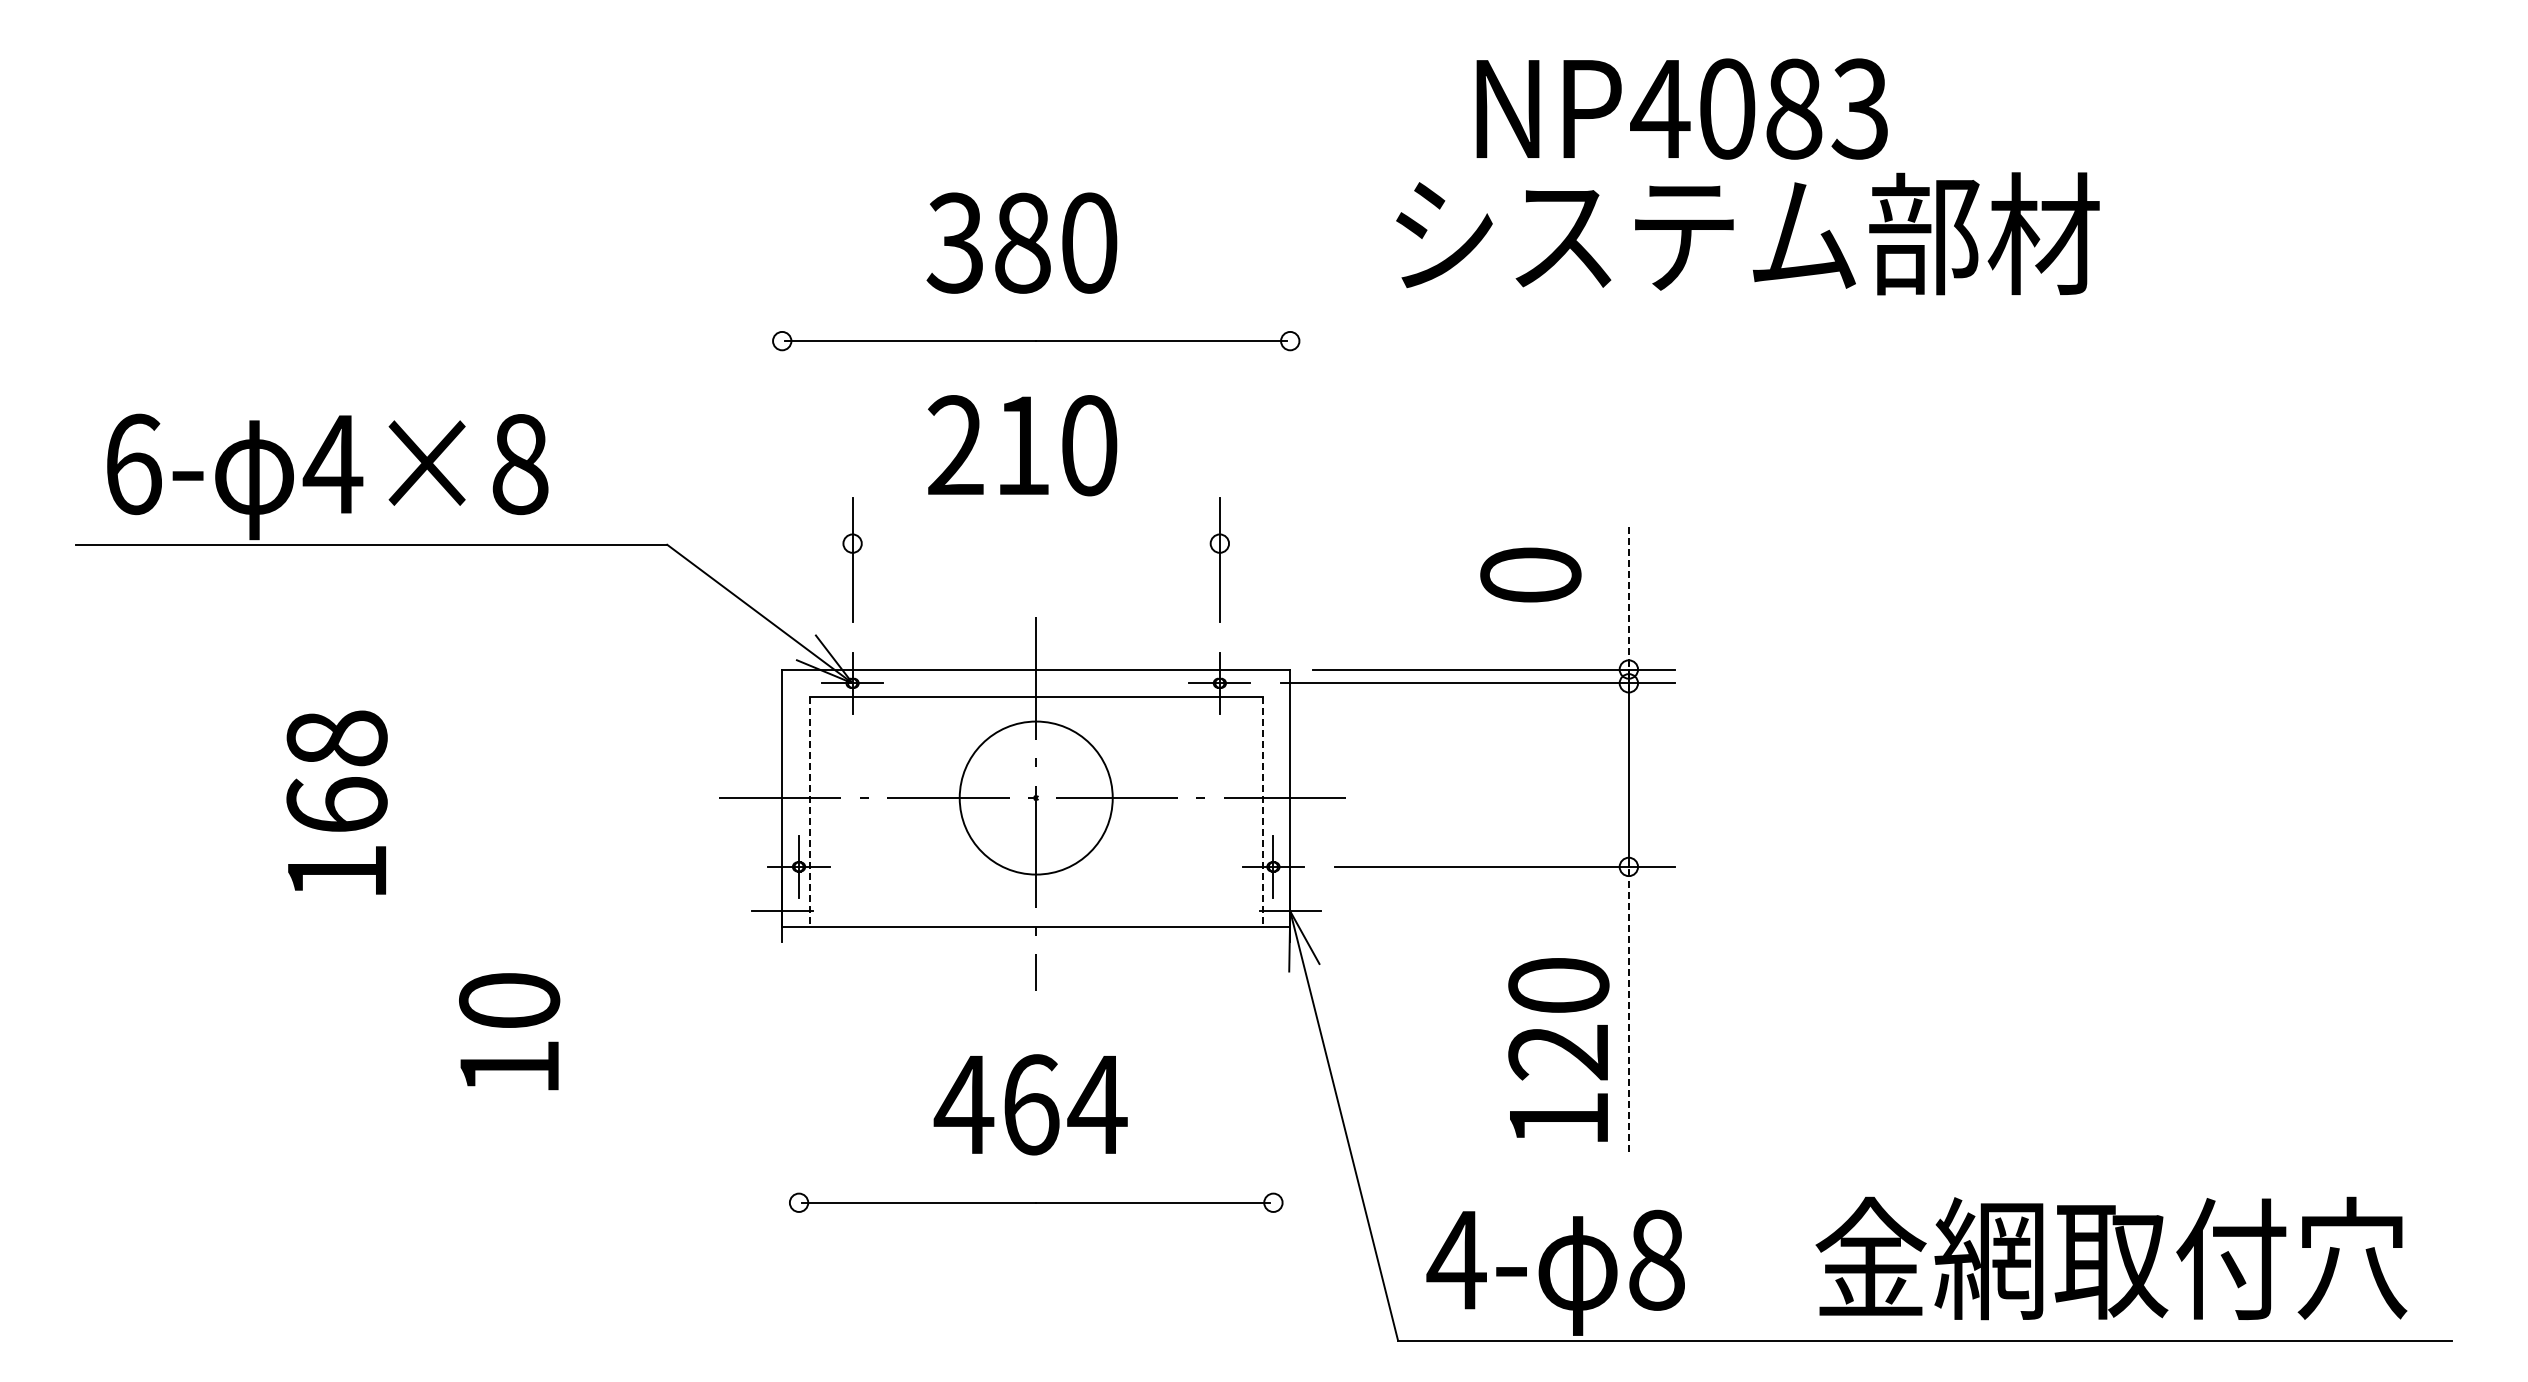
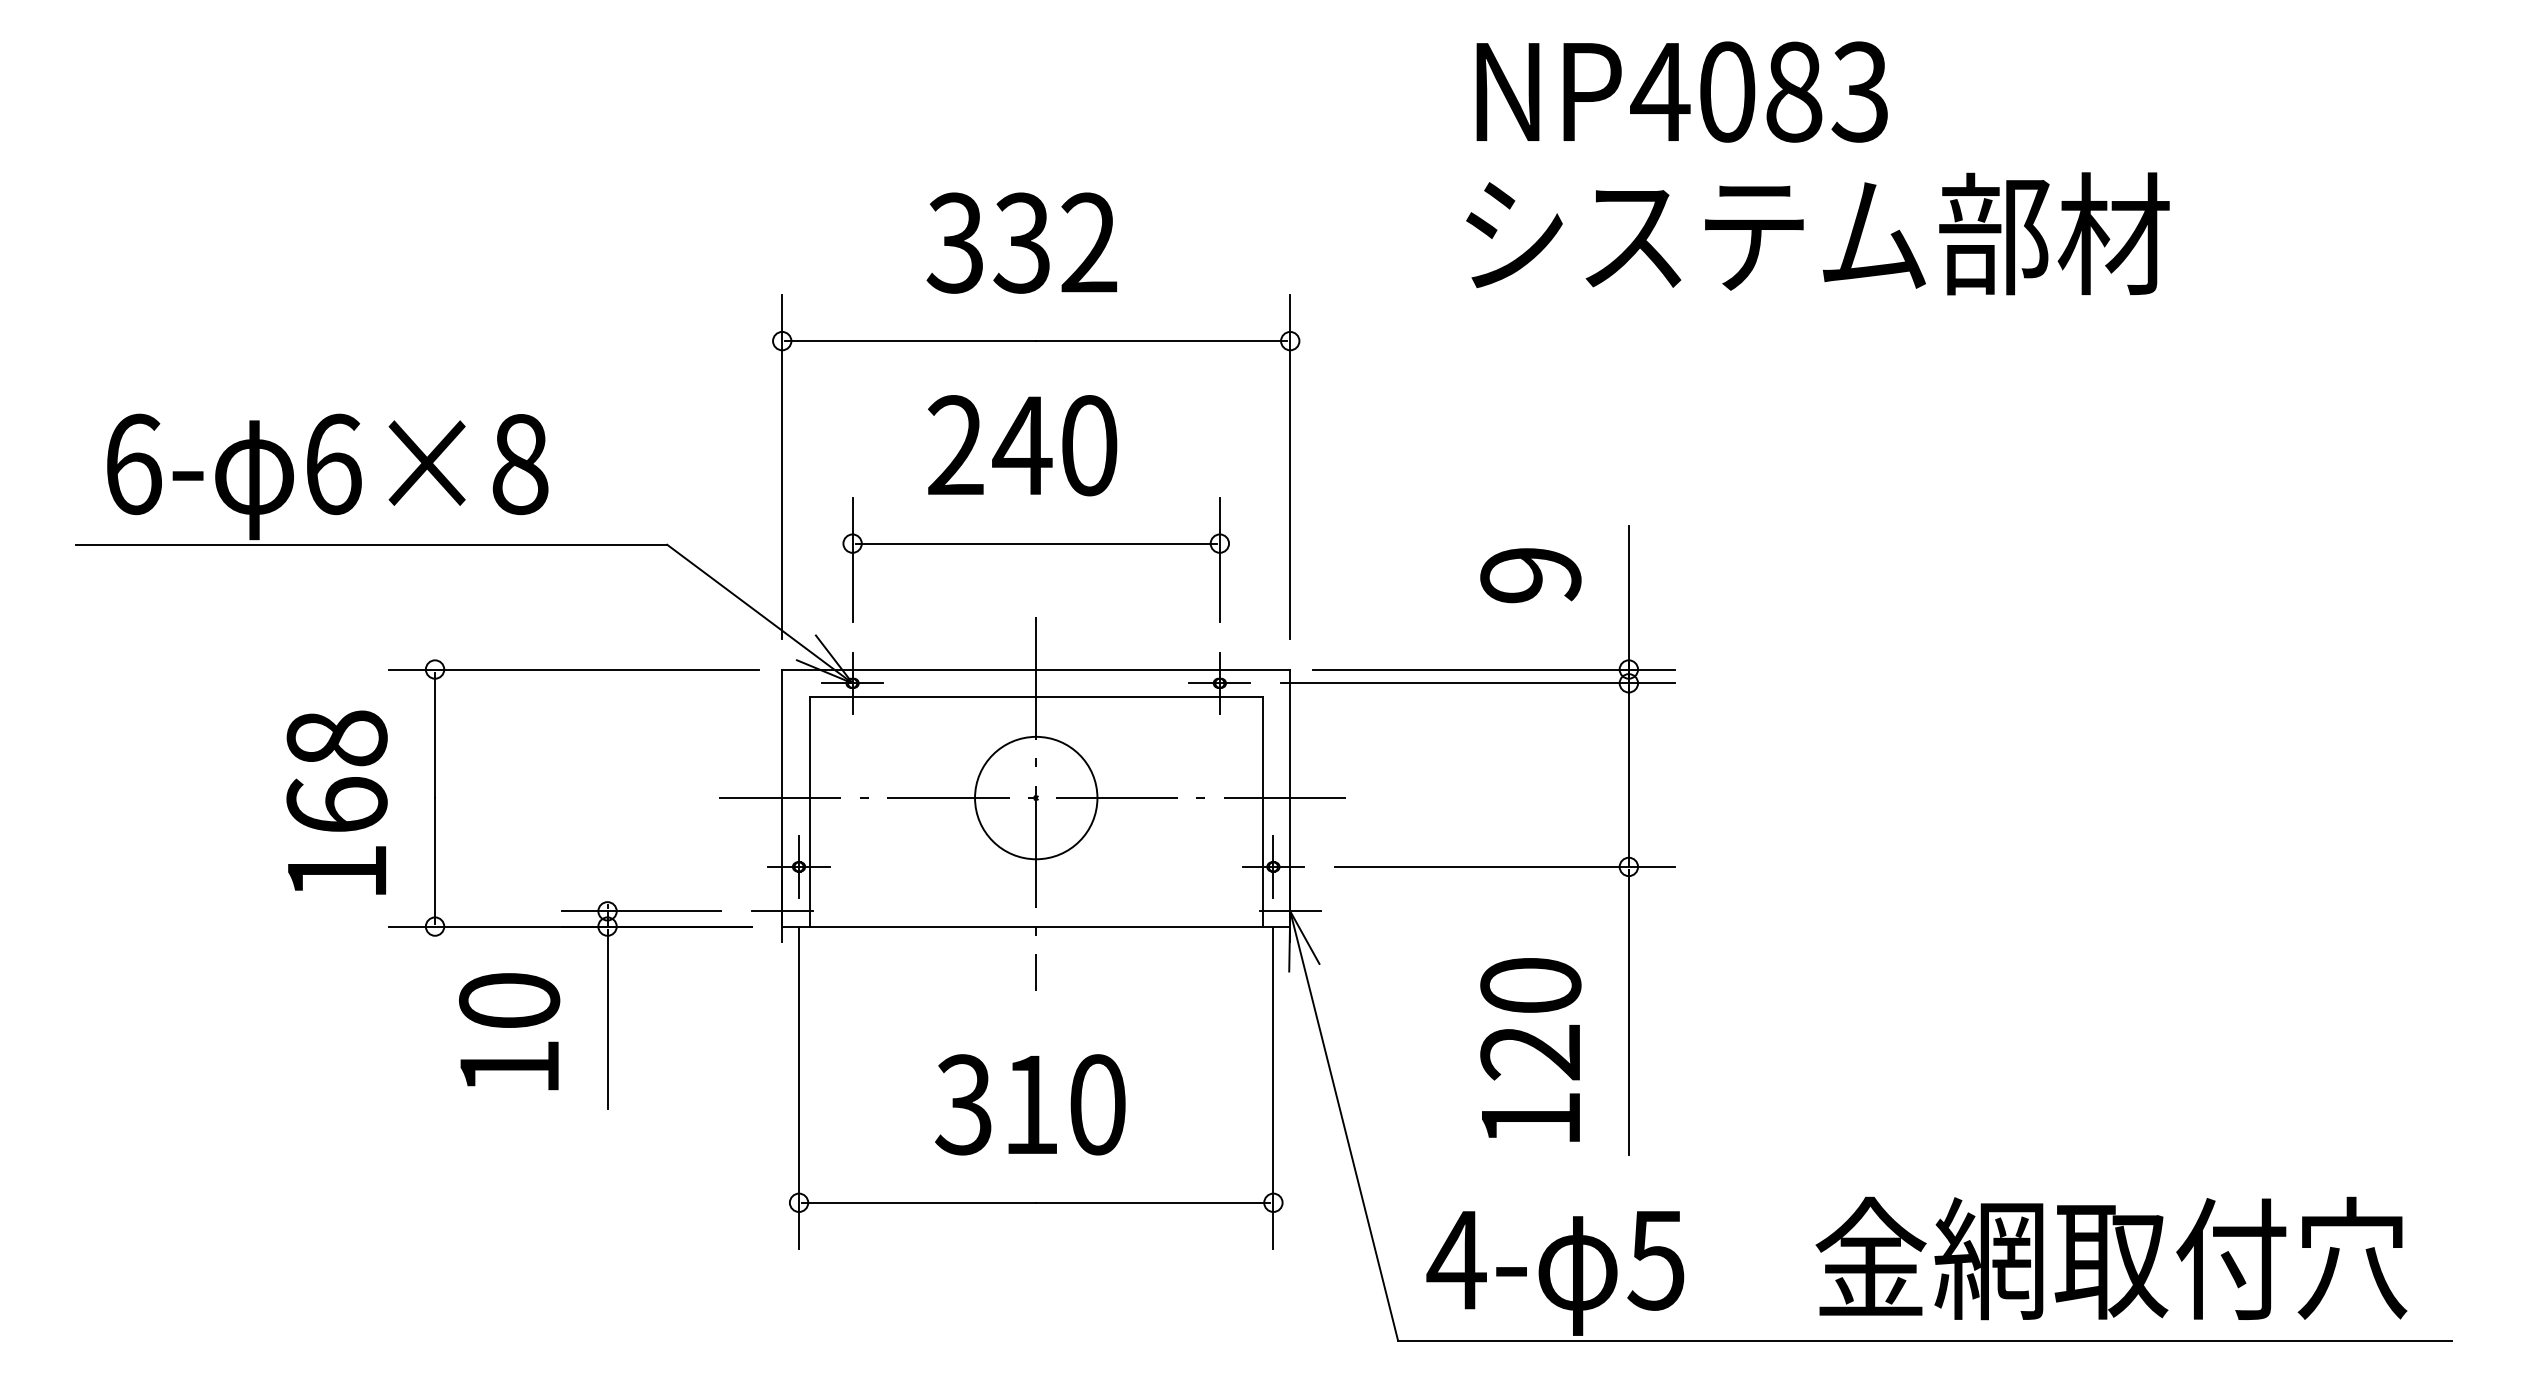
text at (1681, 108) position: (1681, 108) -> (1681, 91)
text at (1747, 233) position: (1747, 233) -> (1817, 233)
text at (1055, 242): 380 -> 332
text at (1022, 445): 210 -> 240
text at (332, 464): 4×8 -> 6×8
line at (782, 467): none -> present
line at (1290, 467): none -> present
line at (1035, 543): none -> present
text at (1530, 575): 0 -> 9
line at (1628, 601): dashed -> solid
circle at (1035, 797) diameter: 153 px -> 122 px
line at (809, 811): dashed -> solid
line at (1262, 811): dashed -> solid
part at (573, 910): none -> present
line at (1628, 1012): dashed -> solid
text at (1558, 1049) position: (1558, 1049) -> (1530, 1049)
line at (799, 1088): none -> present
line at (1273, 1088): none -> present
text at (1030, 1104): 464 -> 310
text at (1655, 1259): 8 -> 5
